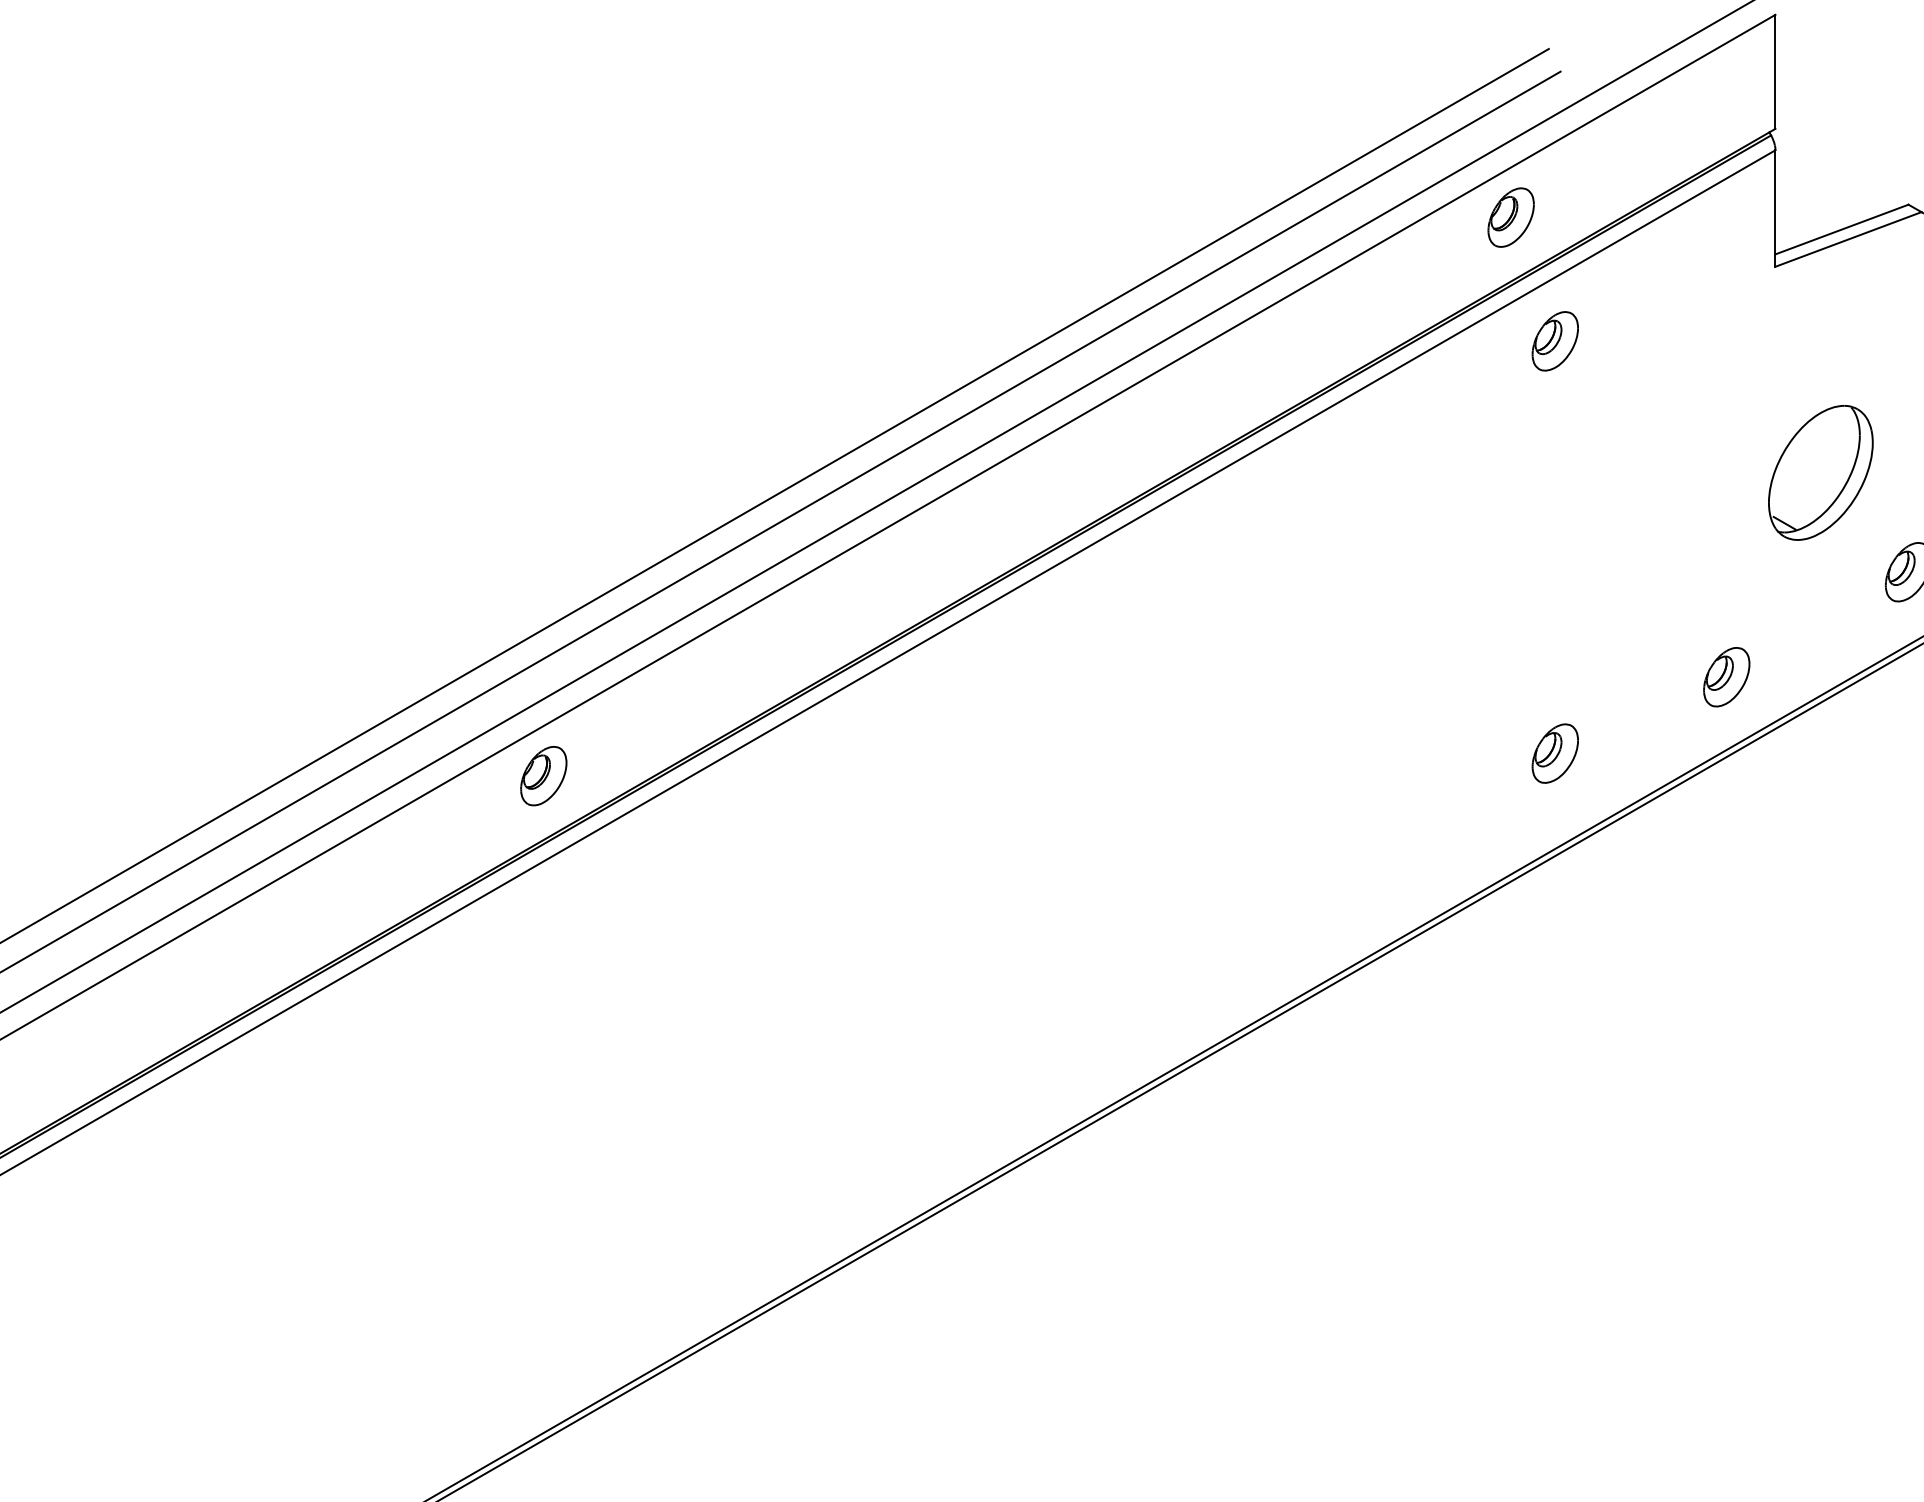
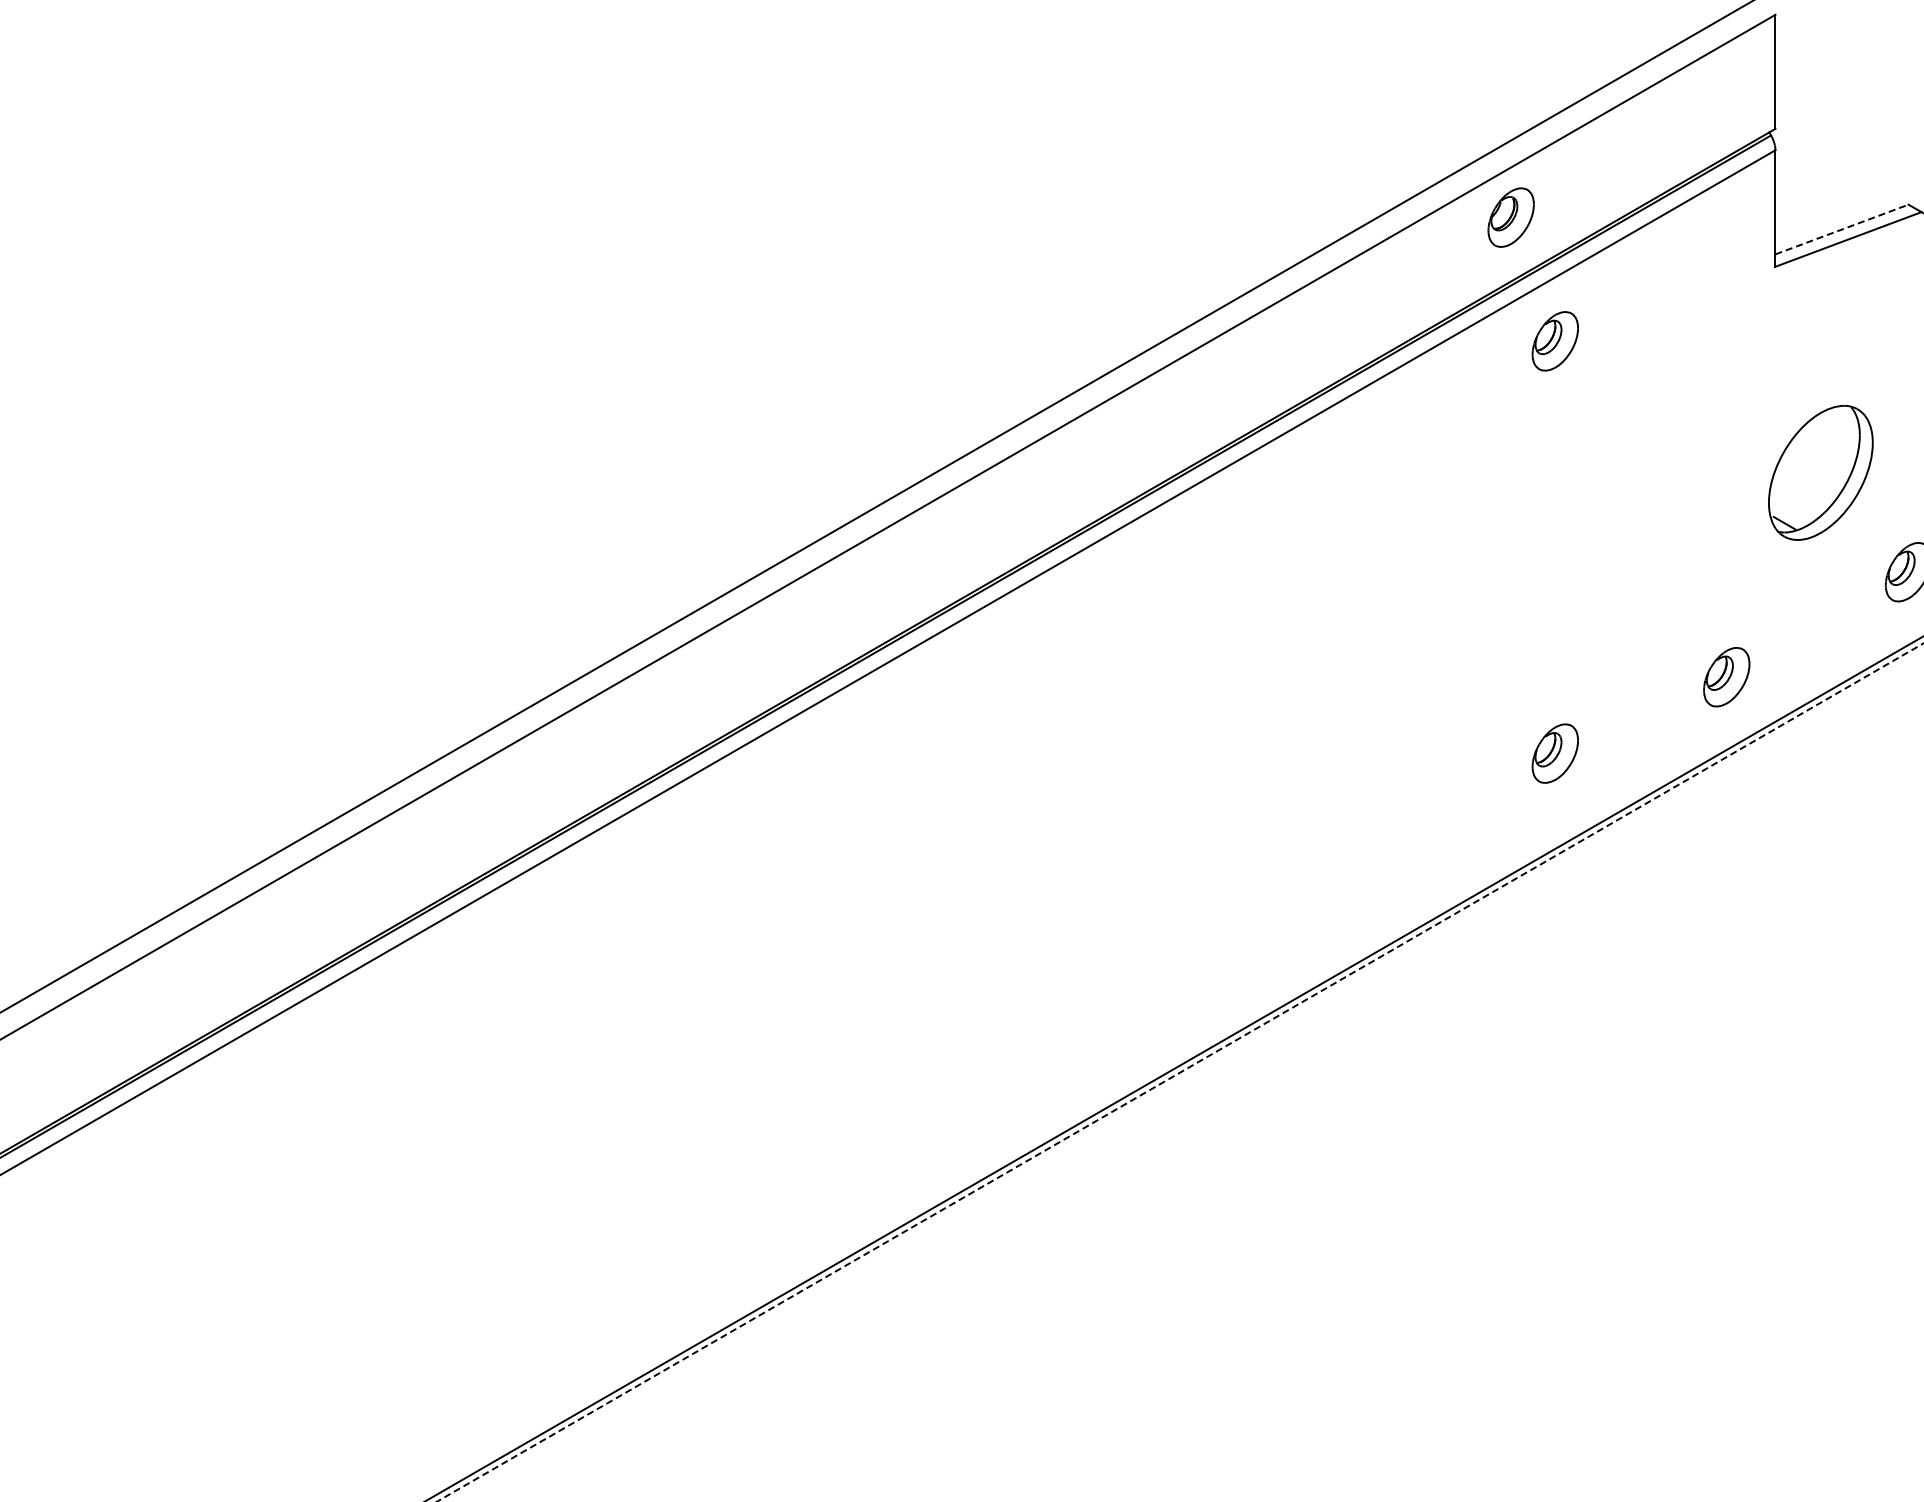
line at (1842, 229): solid -> dashed
line at (775, 494): present -> none
line at (781, 521): present -> none
part at (543, 776): present -> none
line at (1179, 1072): solid -> dashed
